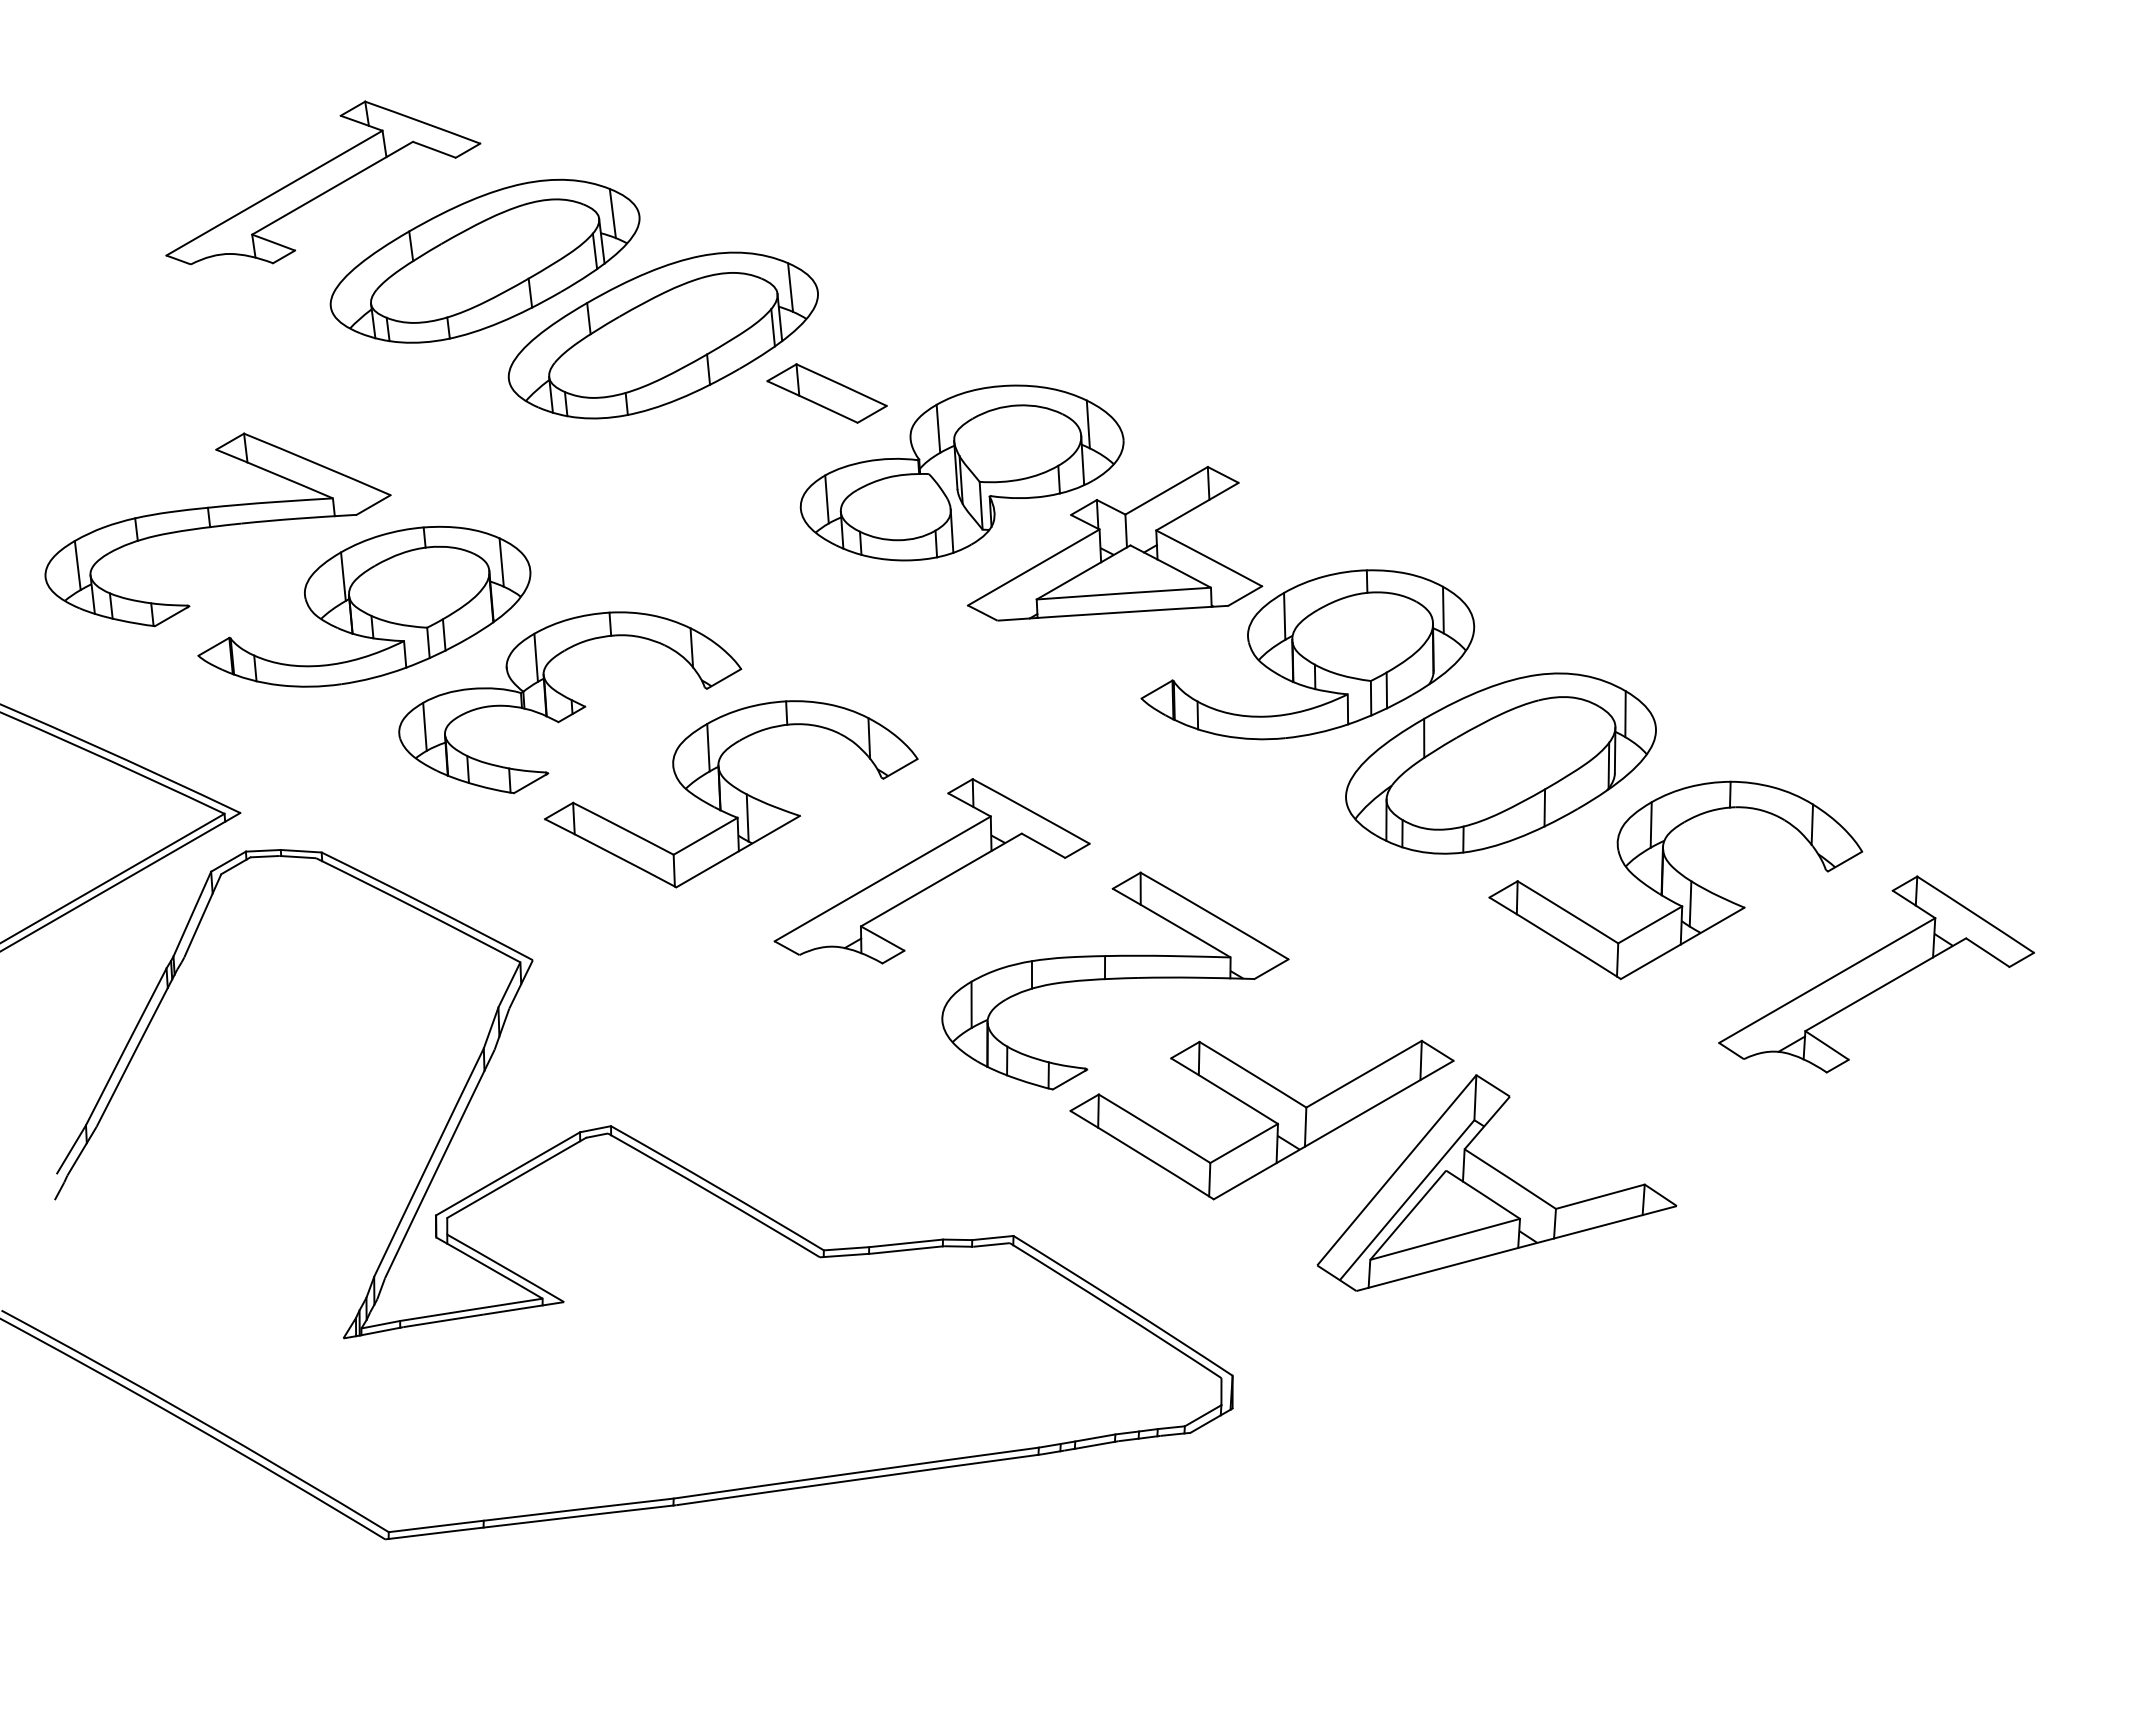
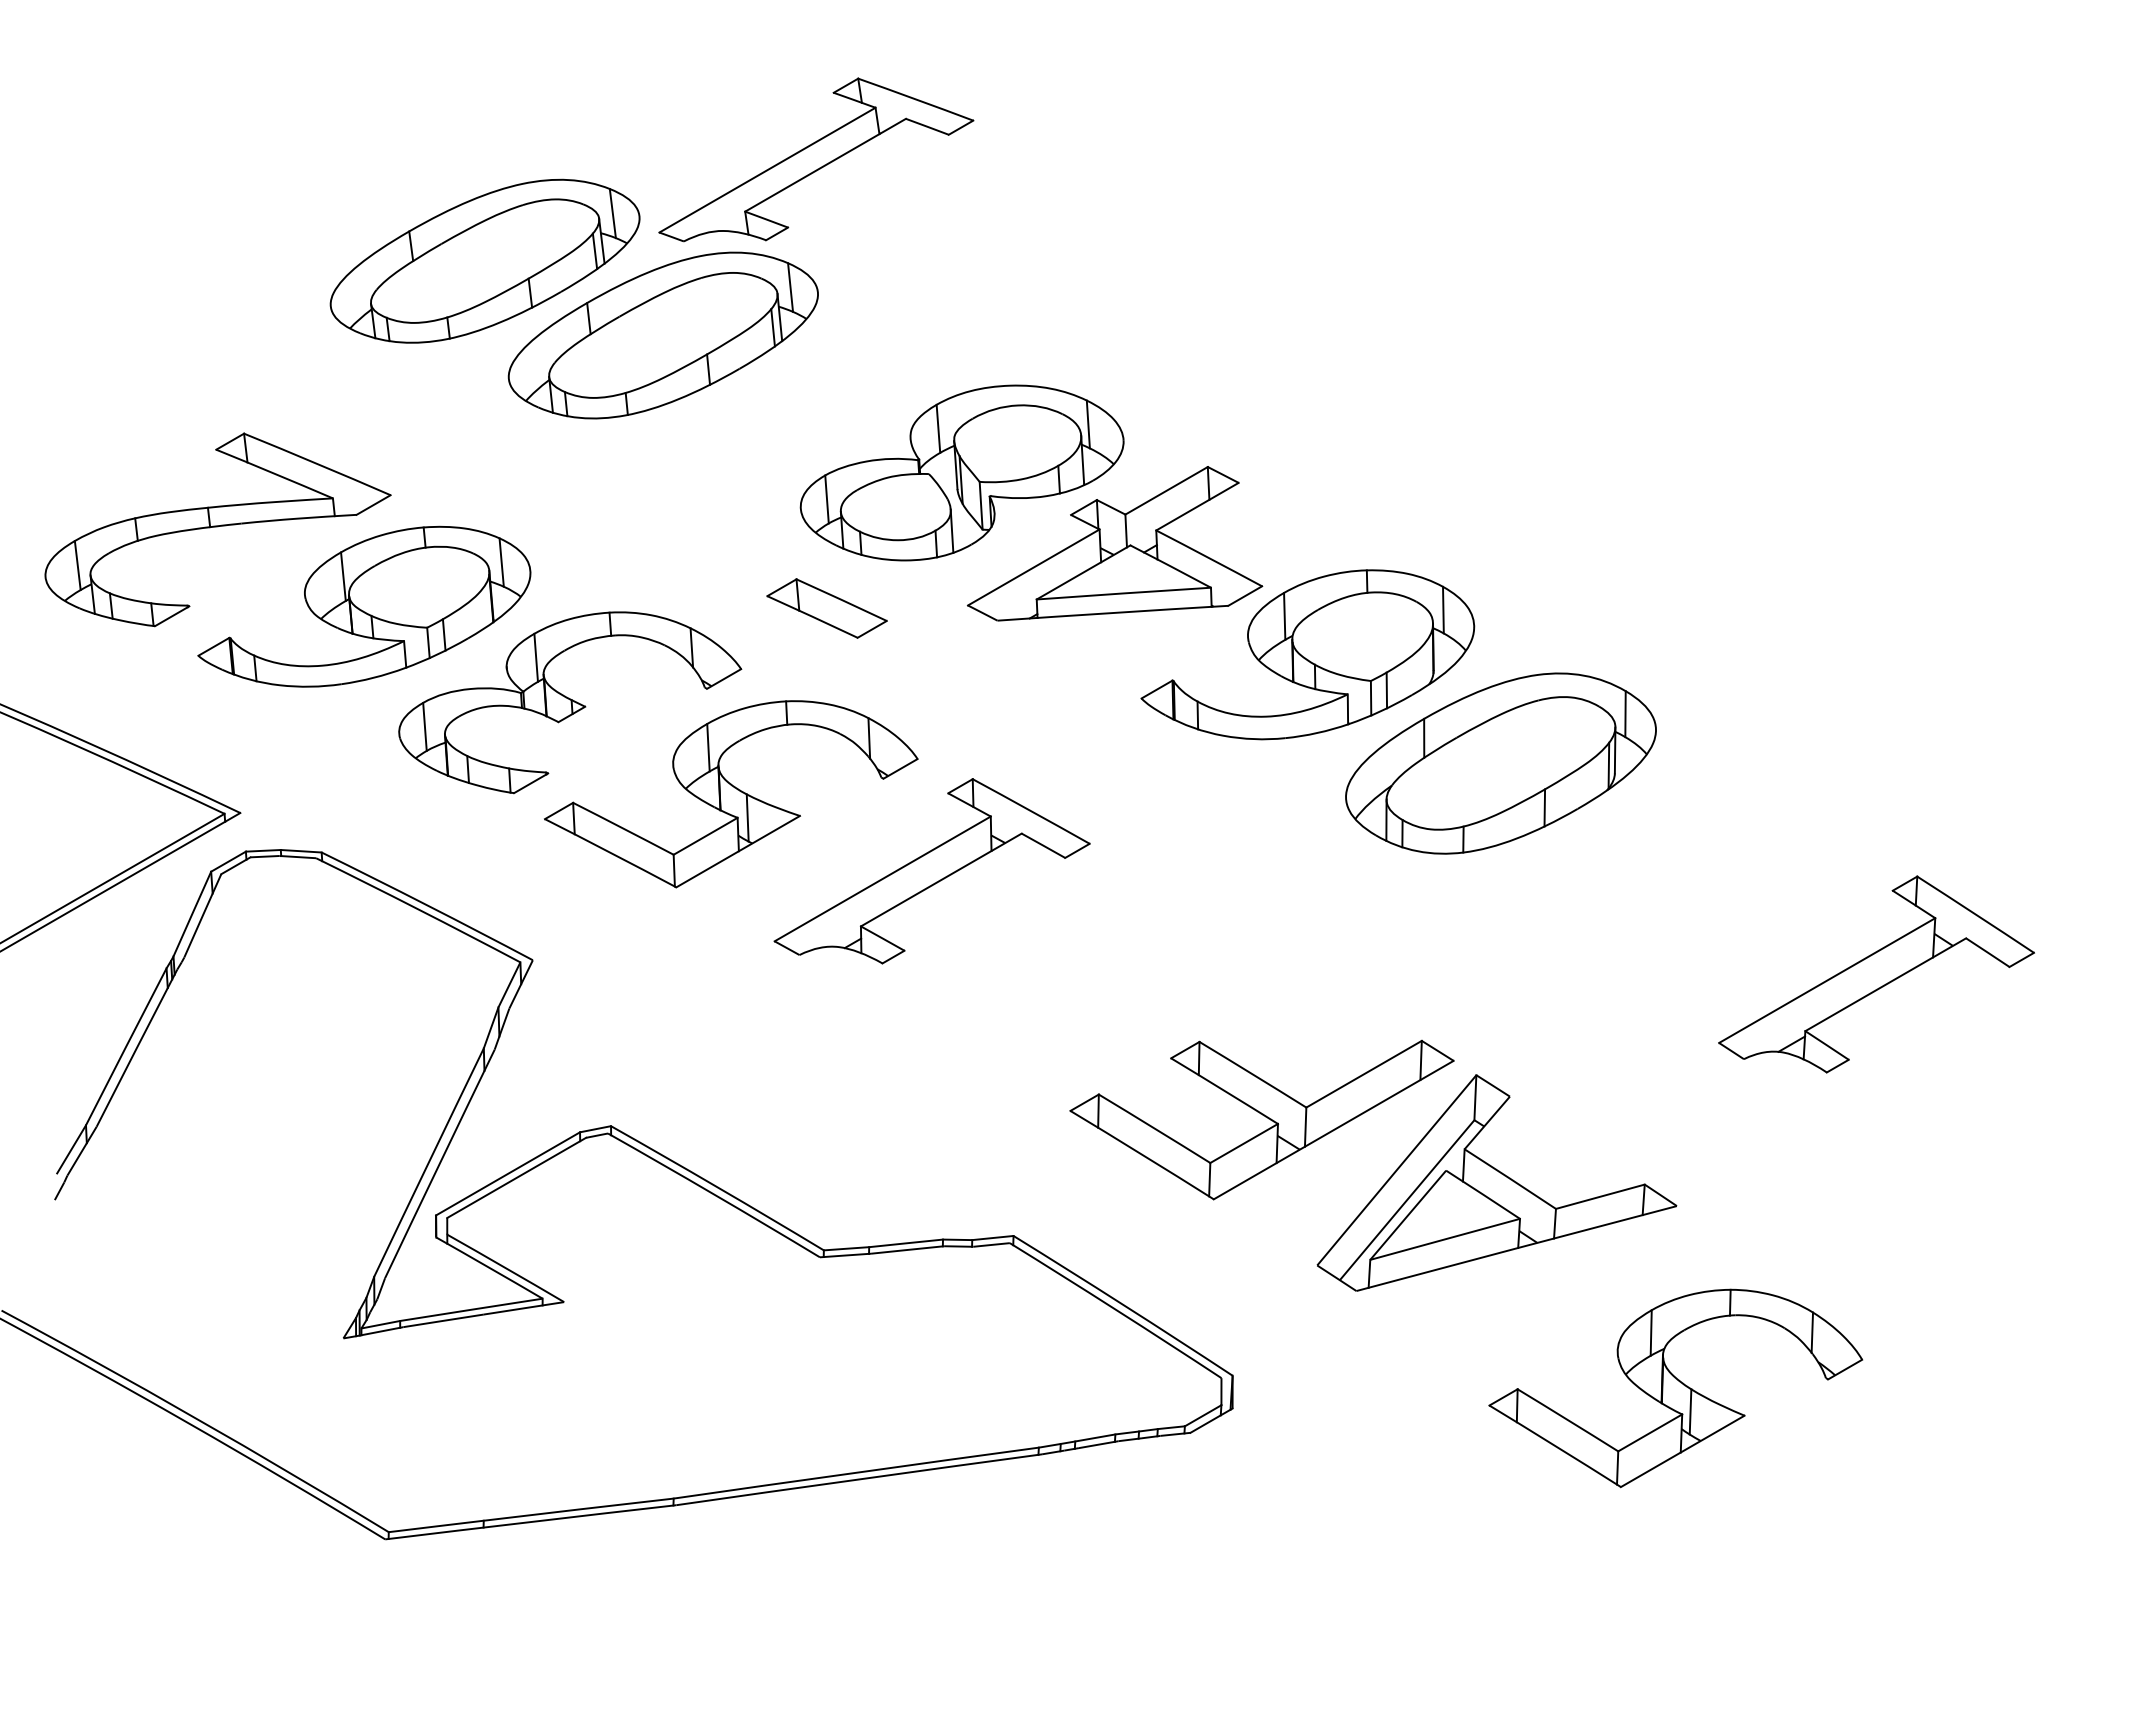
part at (323, 182) position: (323, 182) -> (816, 159)
part at (826, 393) position: (826, 393) -> (826, 608)
part at (1675, 880) position: (1675, 880) -> (1675, 1388)
part at (1115, 980): present -> none
